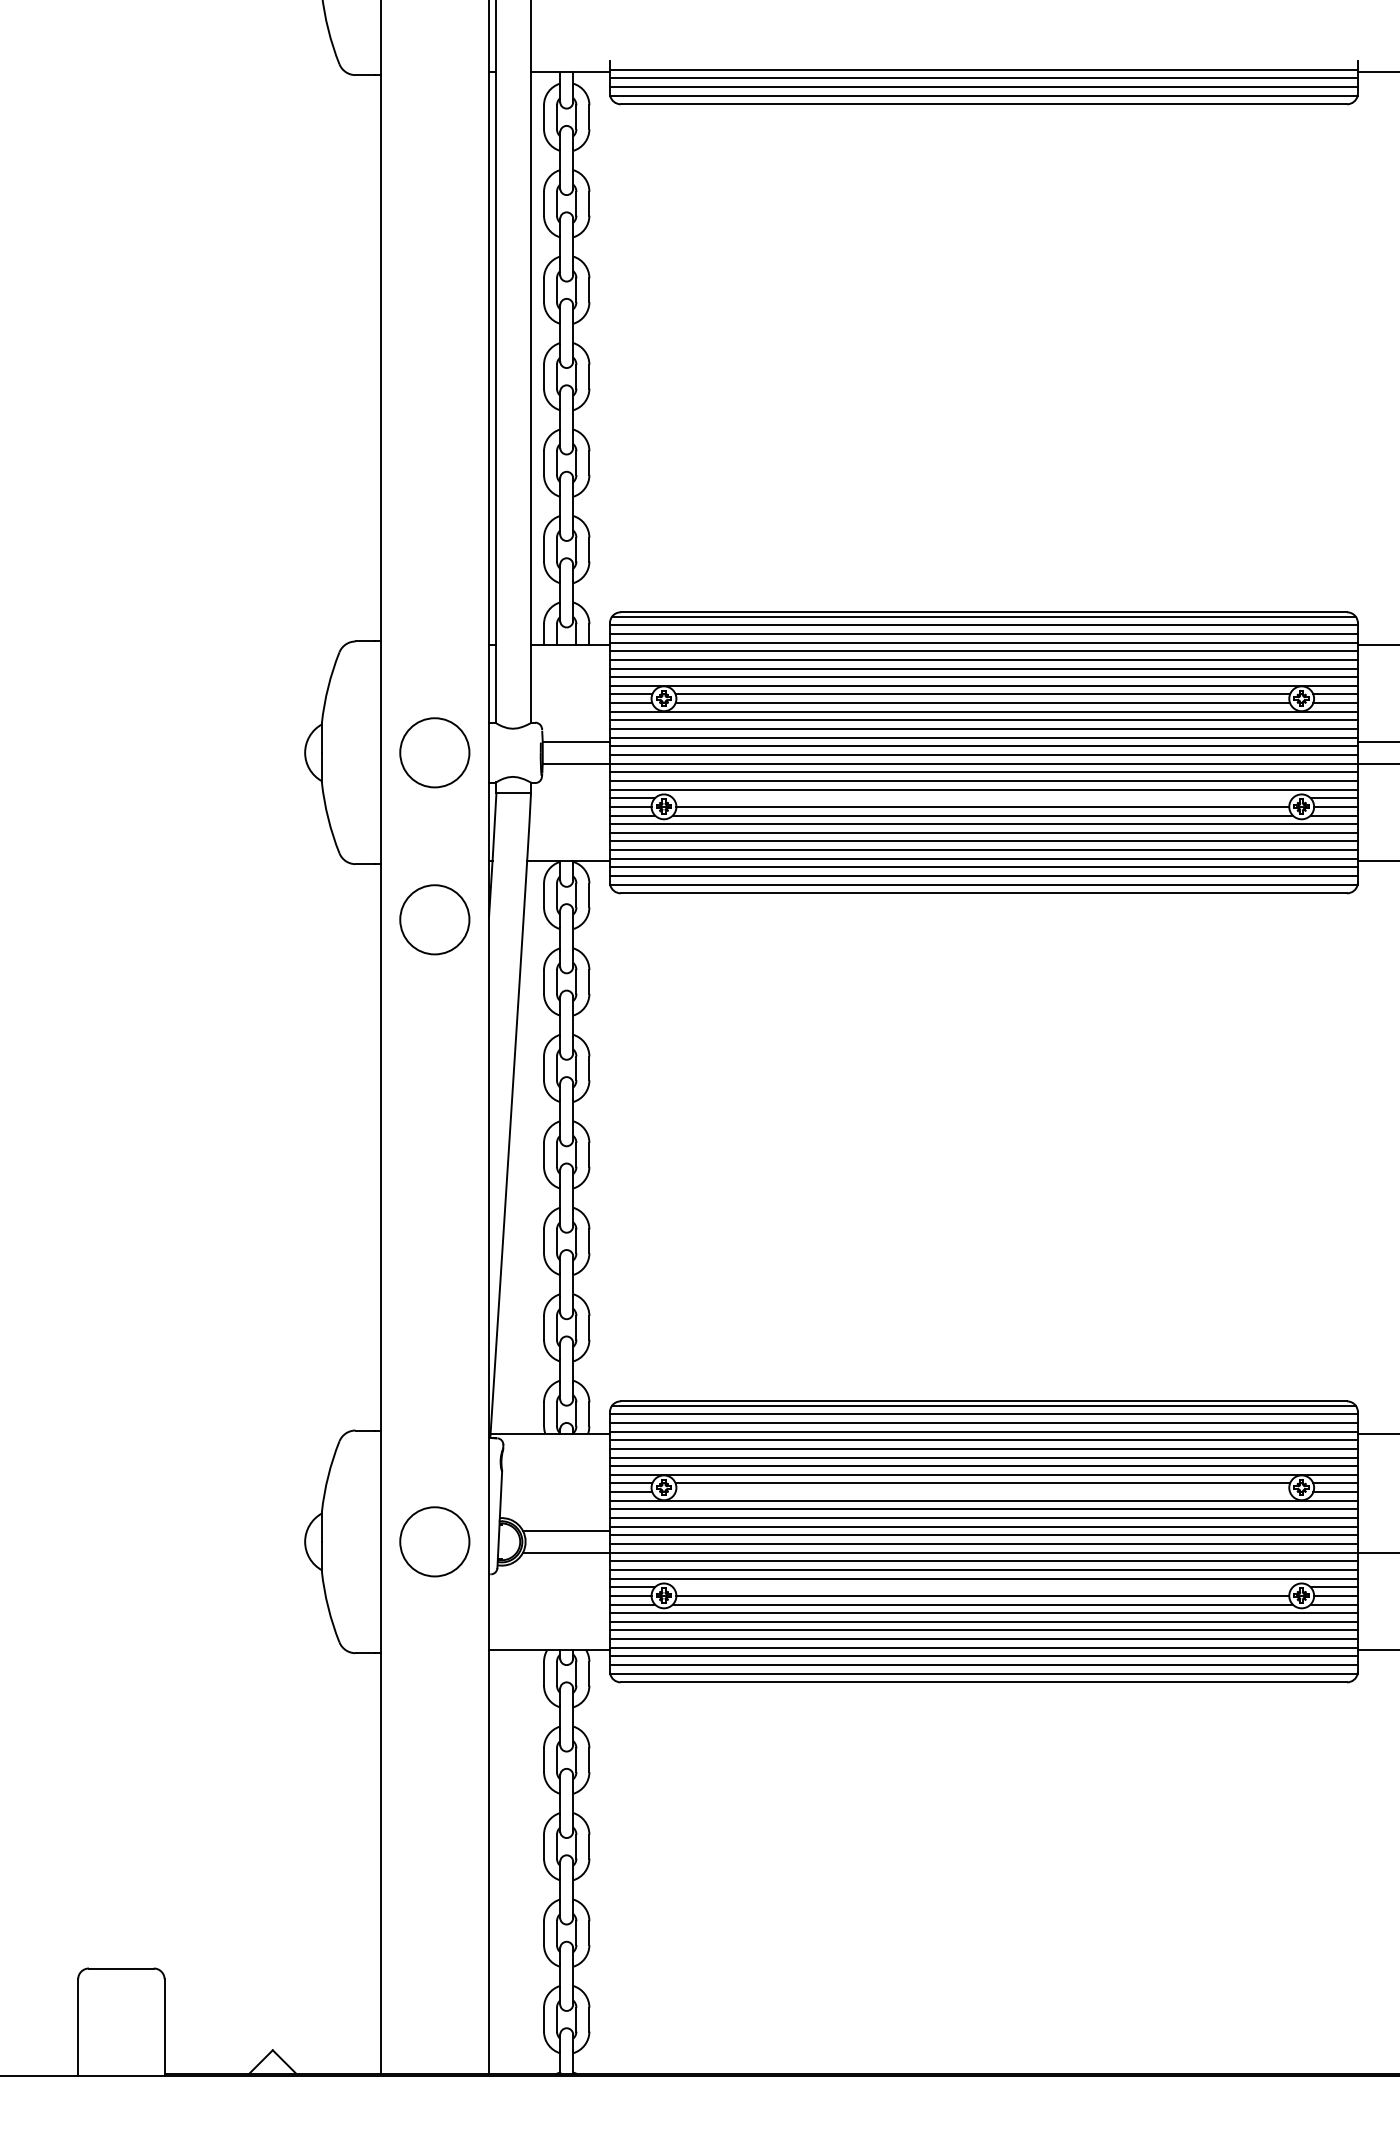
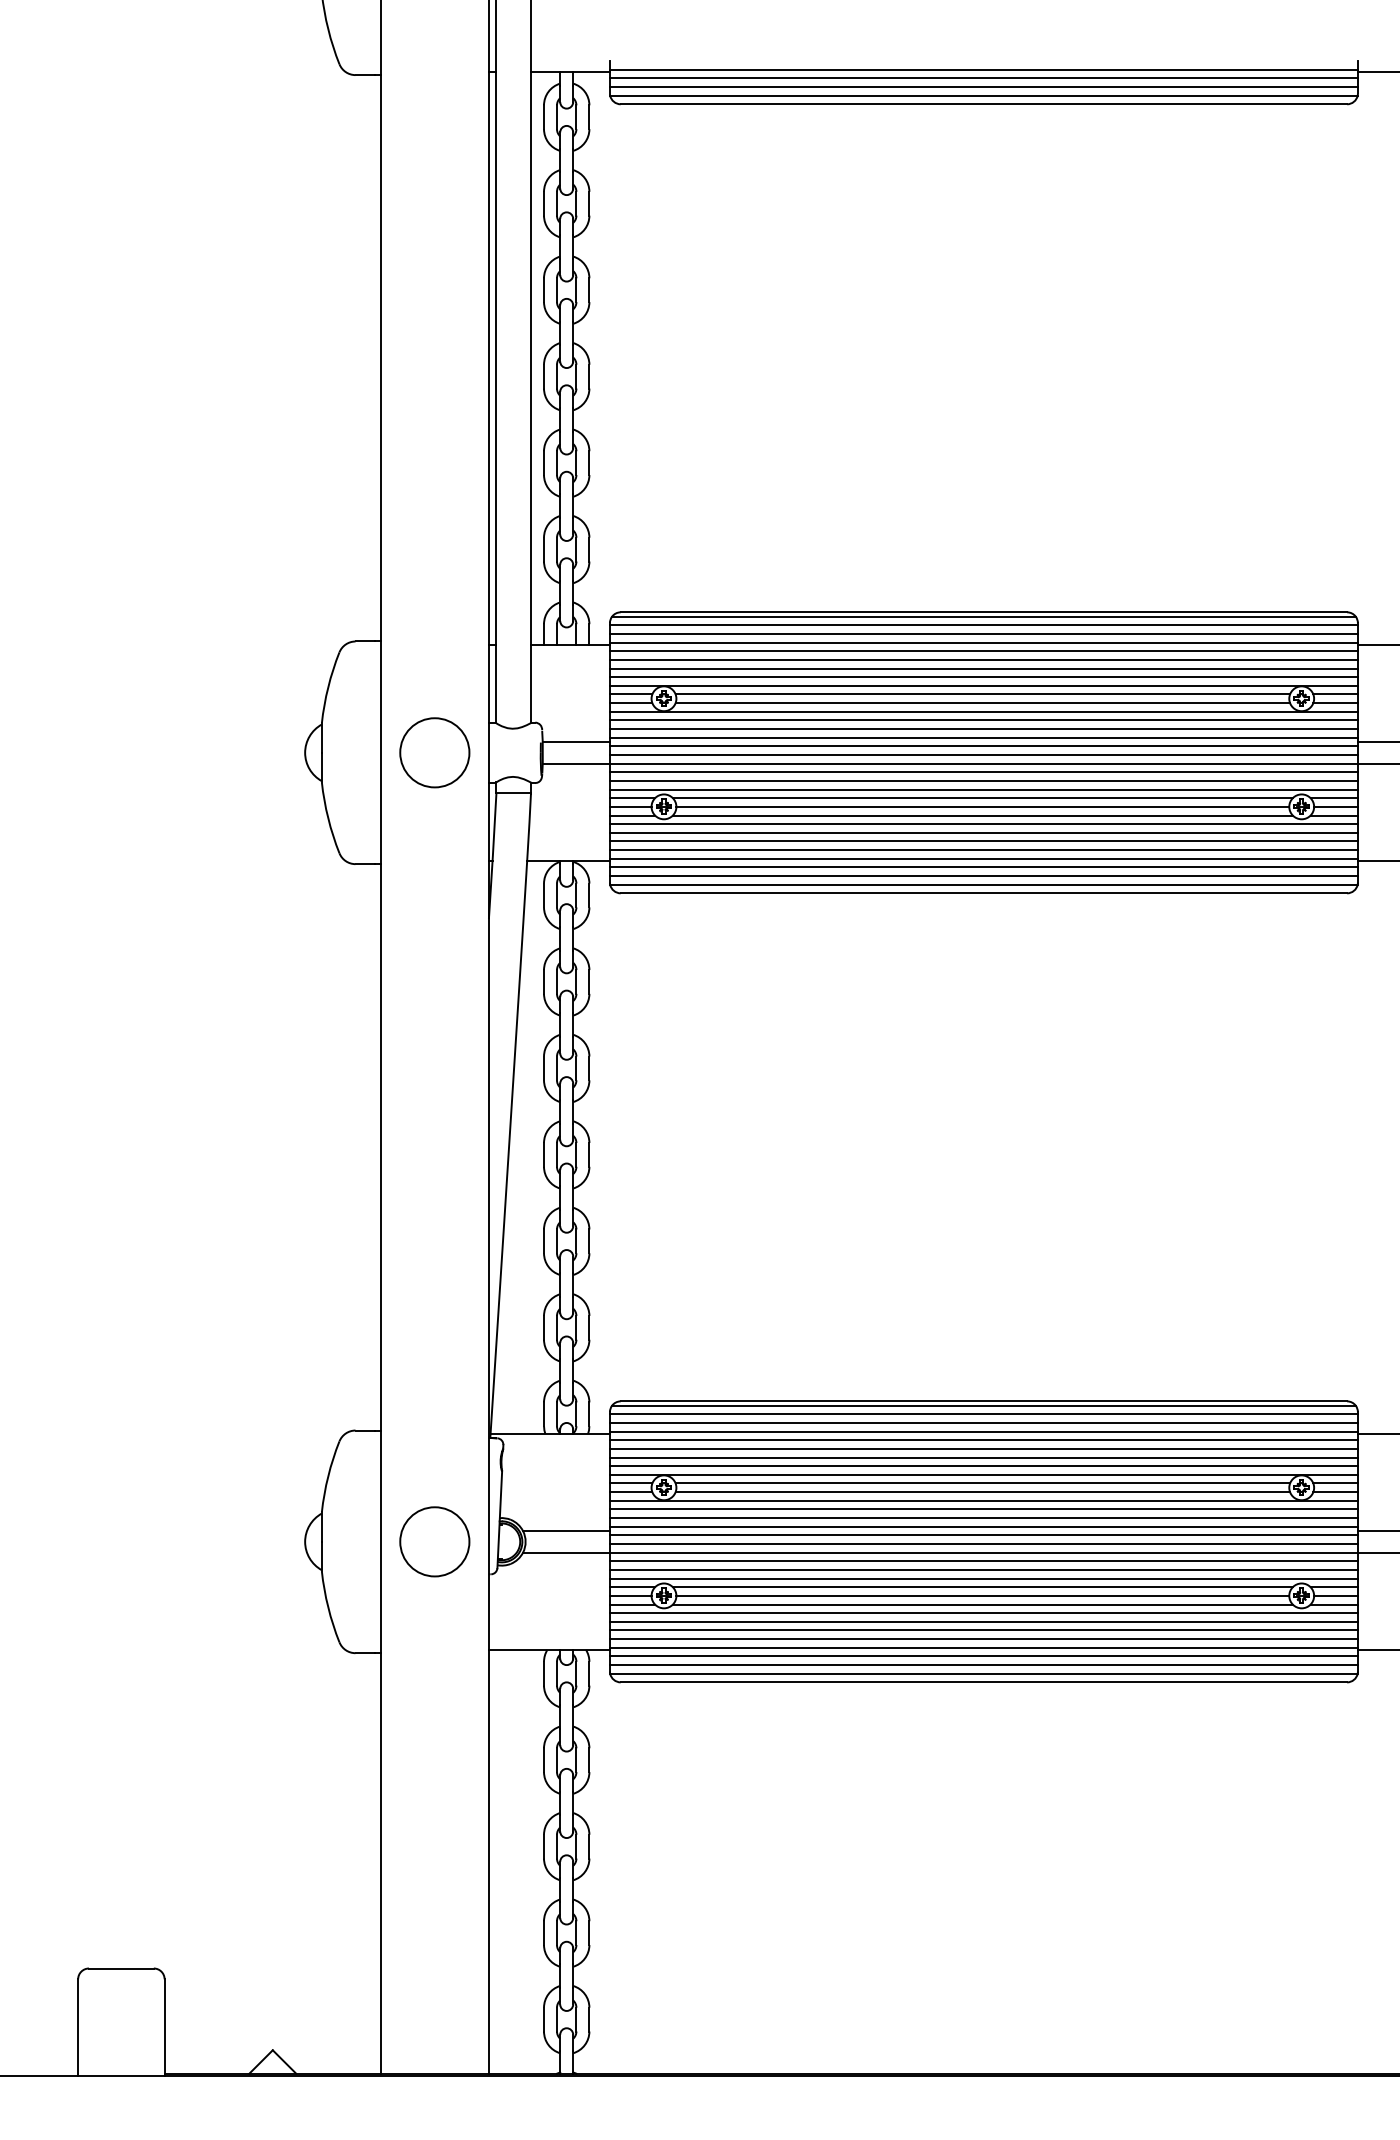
line at (982, 798): none -> present
circle at (434, 919): present -> none
line at (982, 1492): none -> present
line at (1376, 1531): none -> present
line at (982, 1587): none -> present
